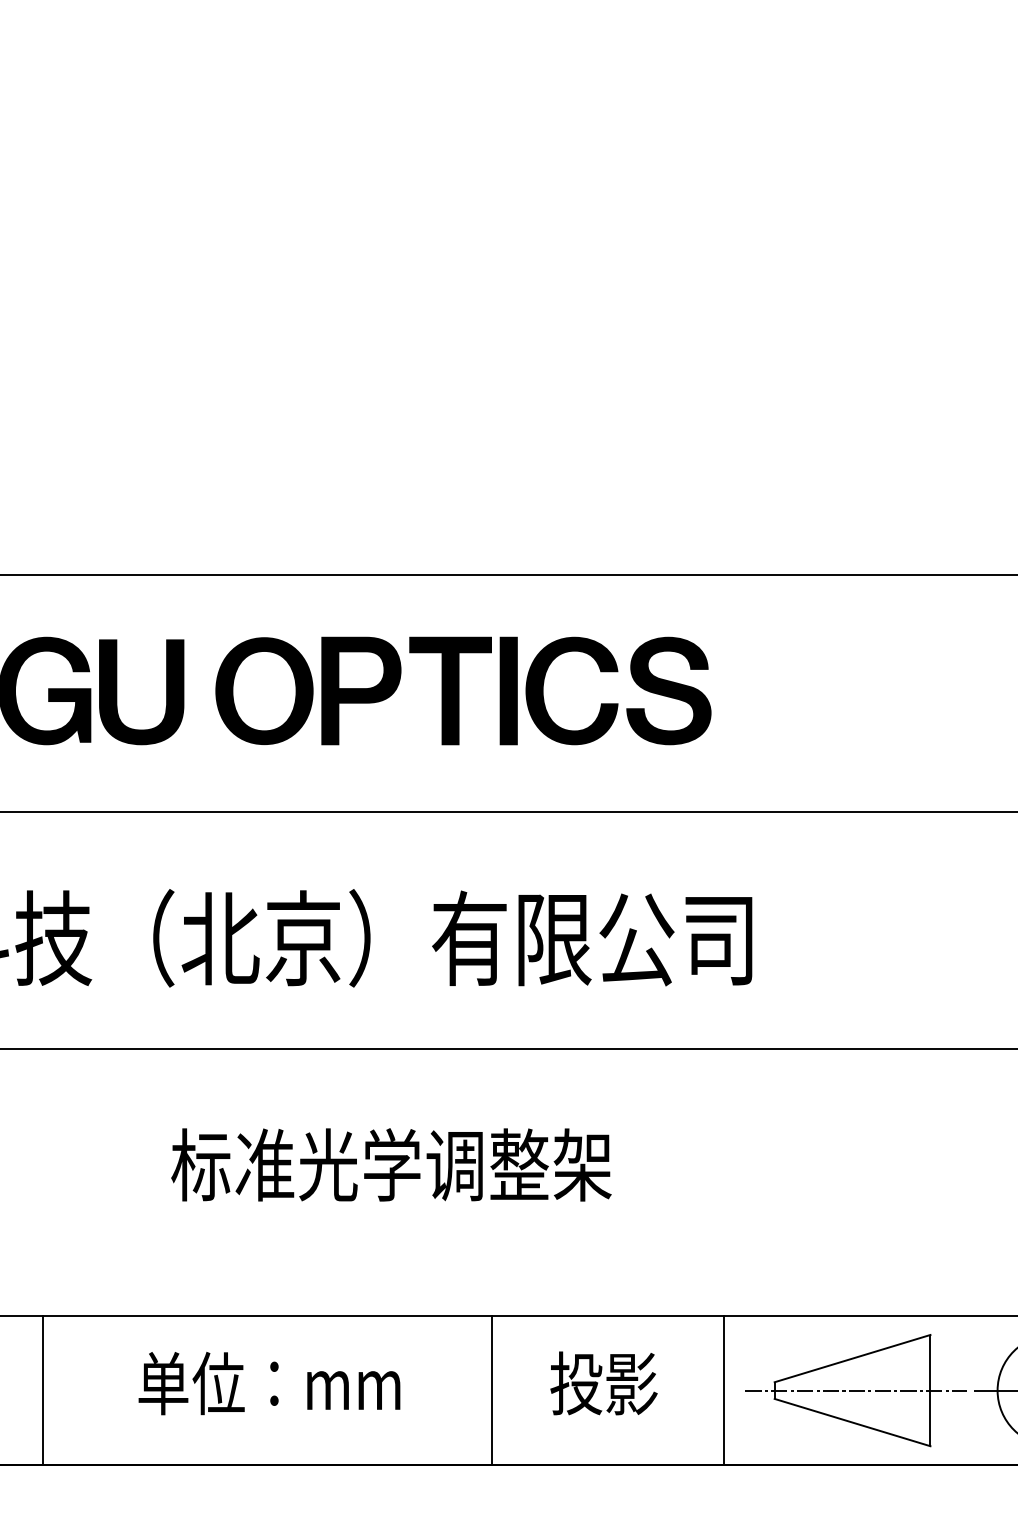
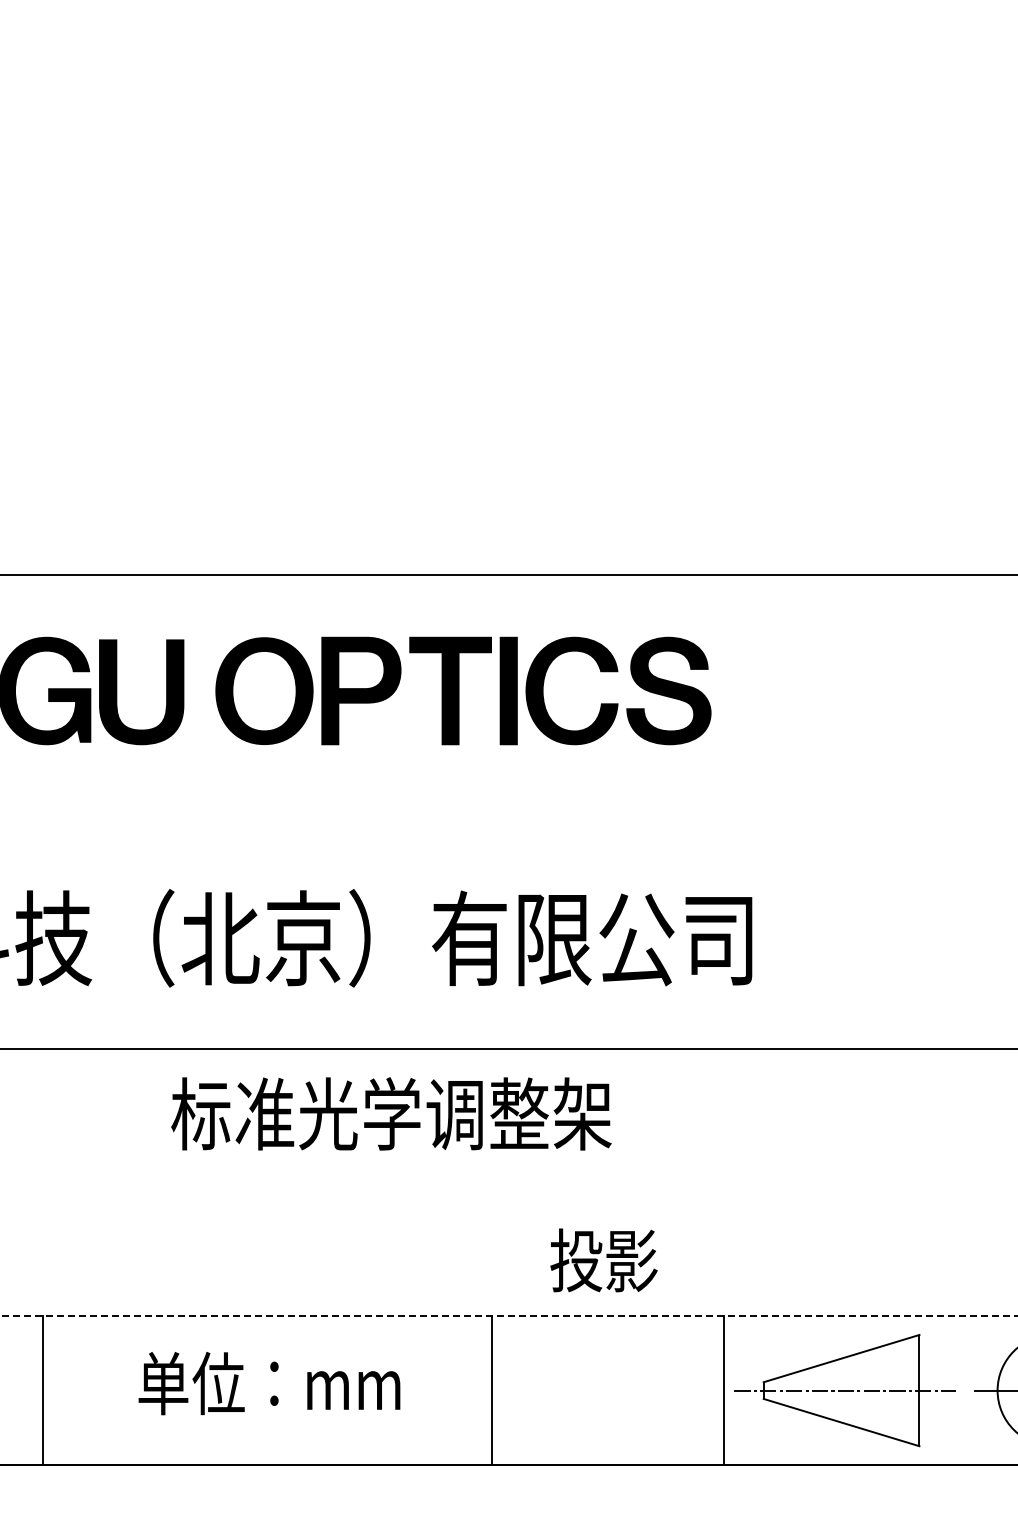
line at (508, 812): present -> none
text at (391, 1164) position: (391, 1164) -> (391, 1113)
line at (509, 1316): solid -> dashed
text at (603, 1383) position: (603, 1383) -> (603, 1260)
part at (855, 1390) position: (855, 1390) -> (844, 1390)
